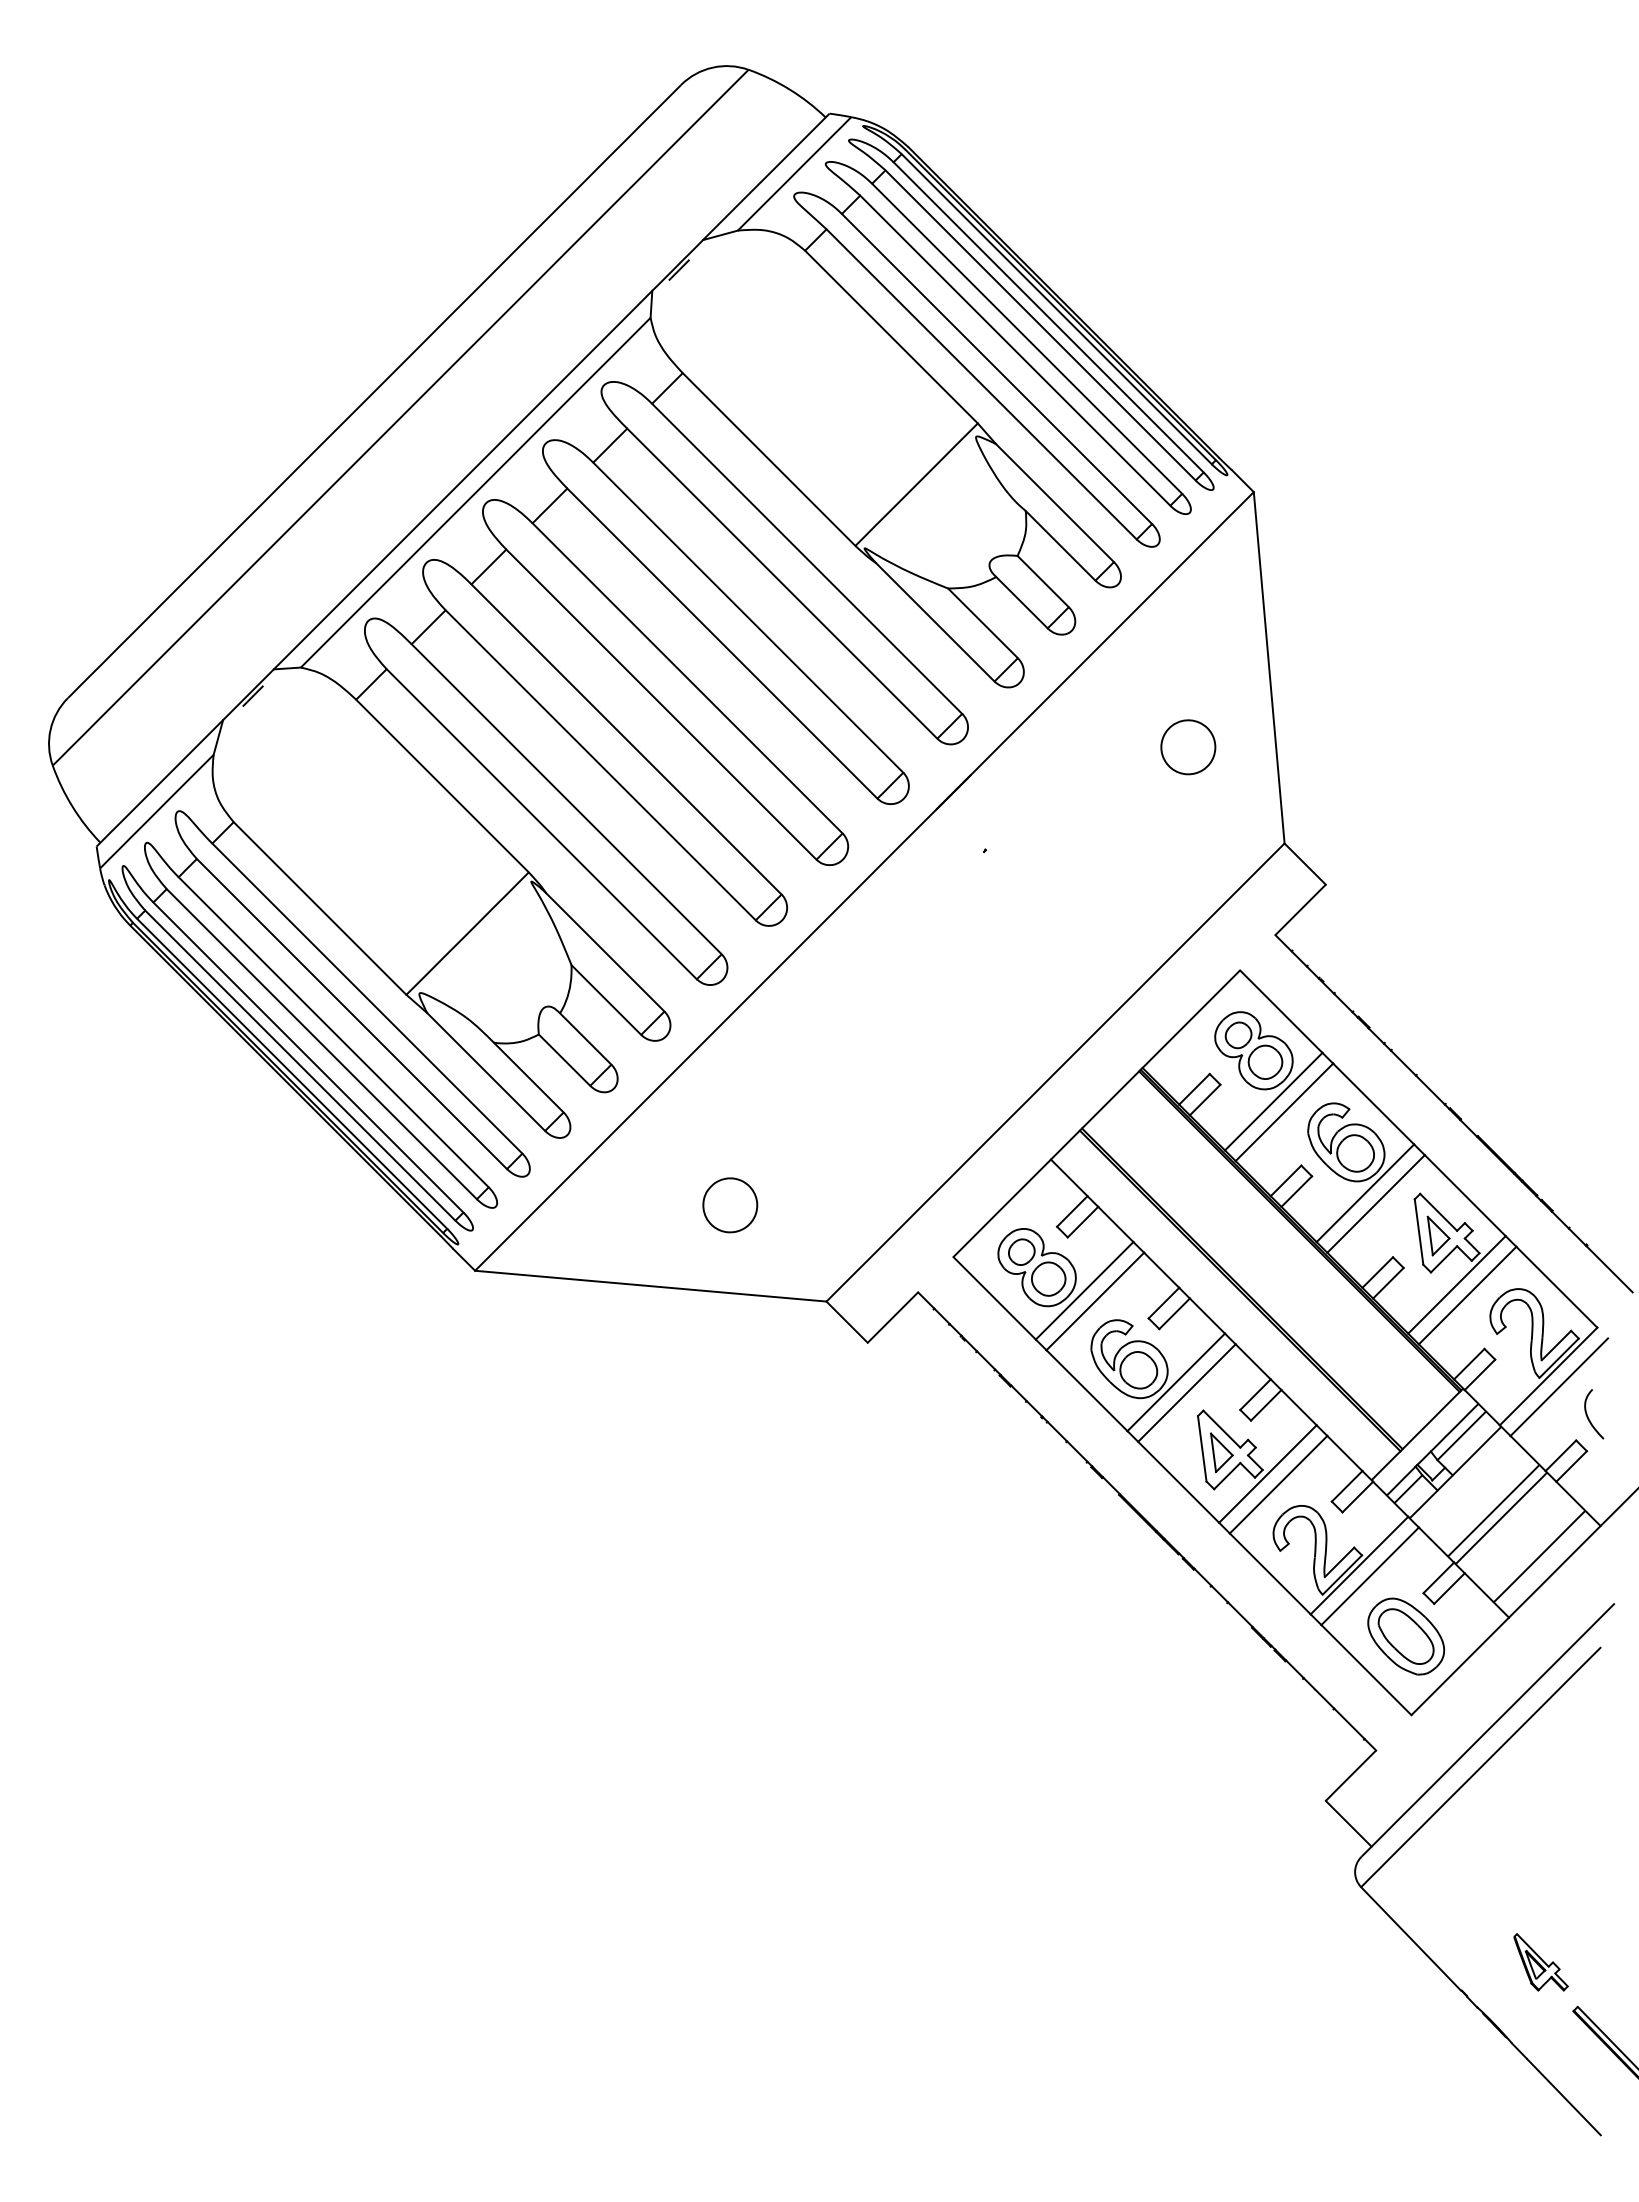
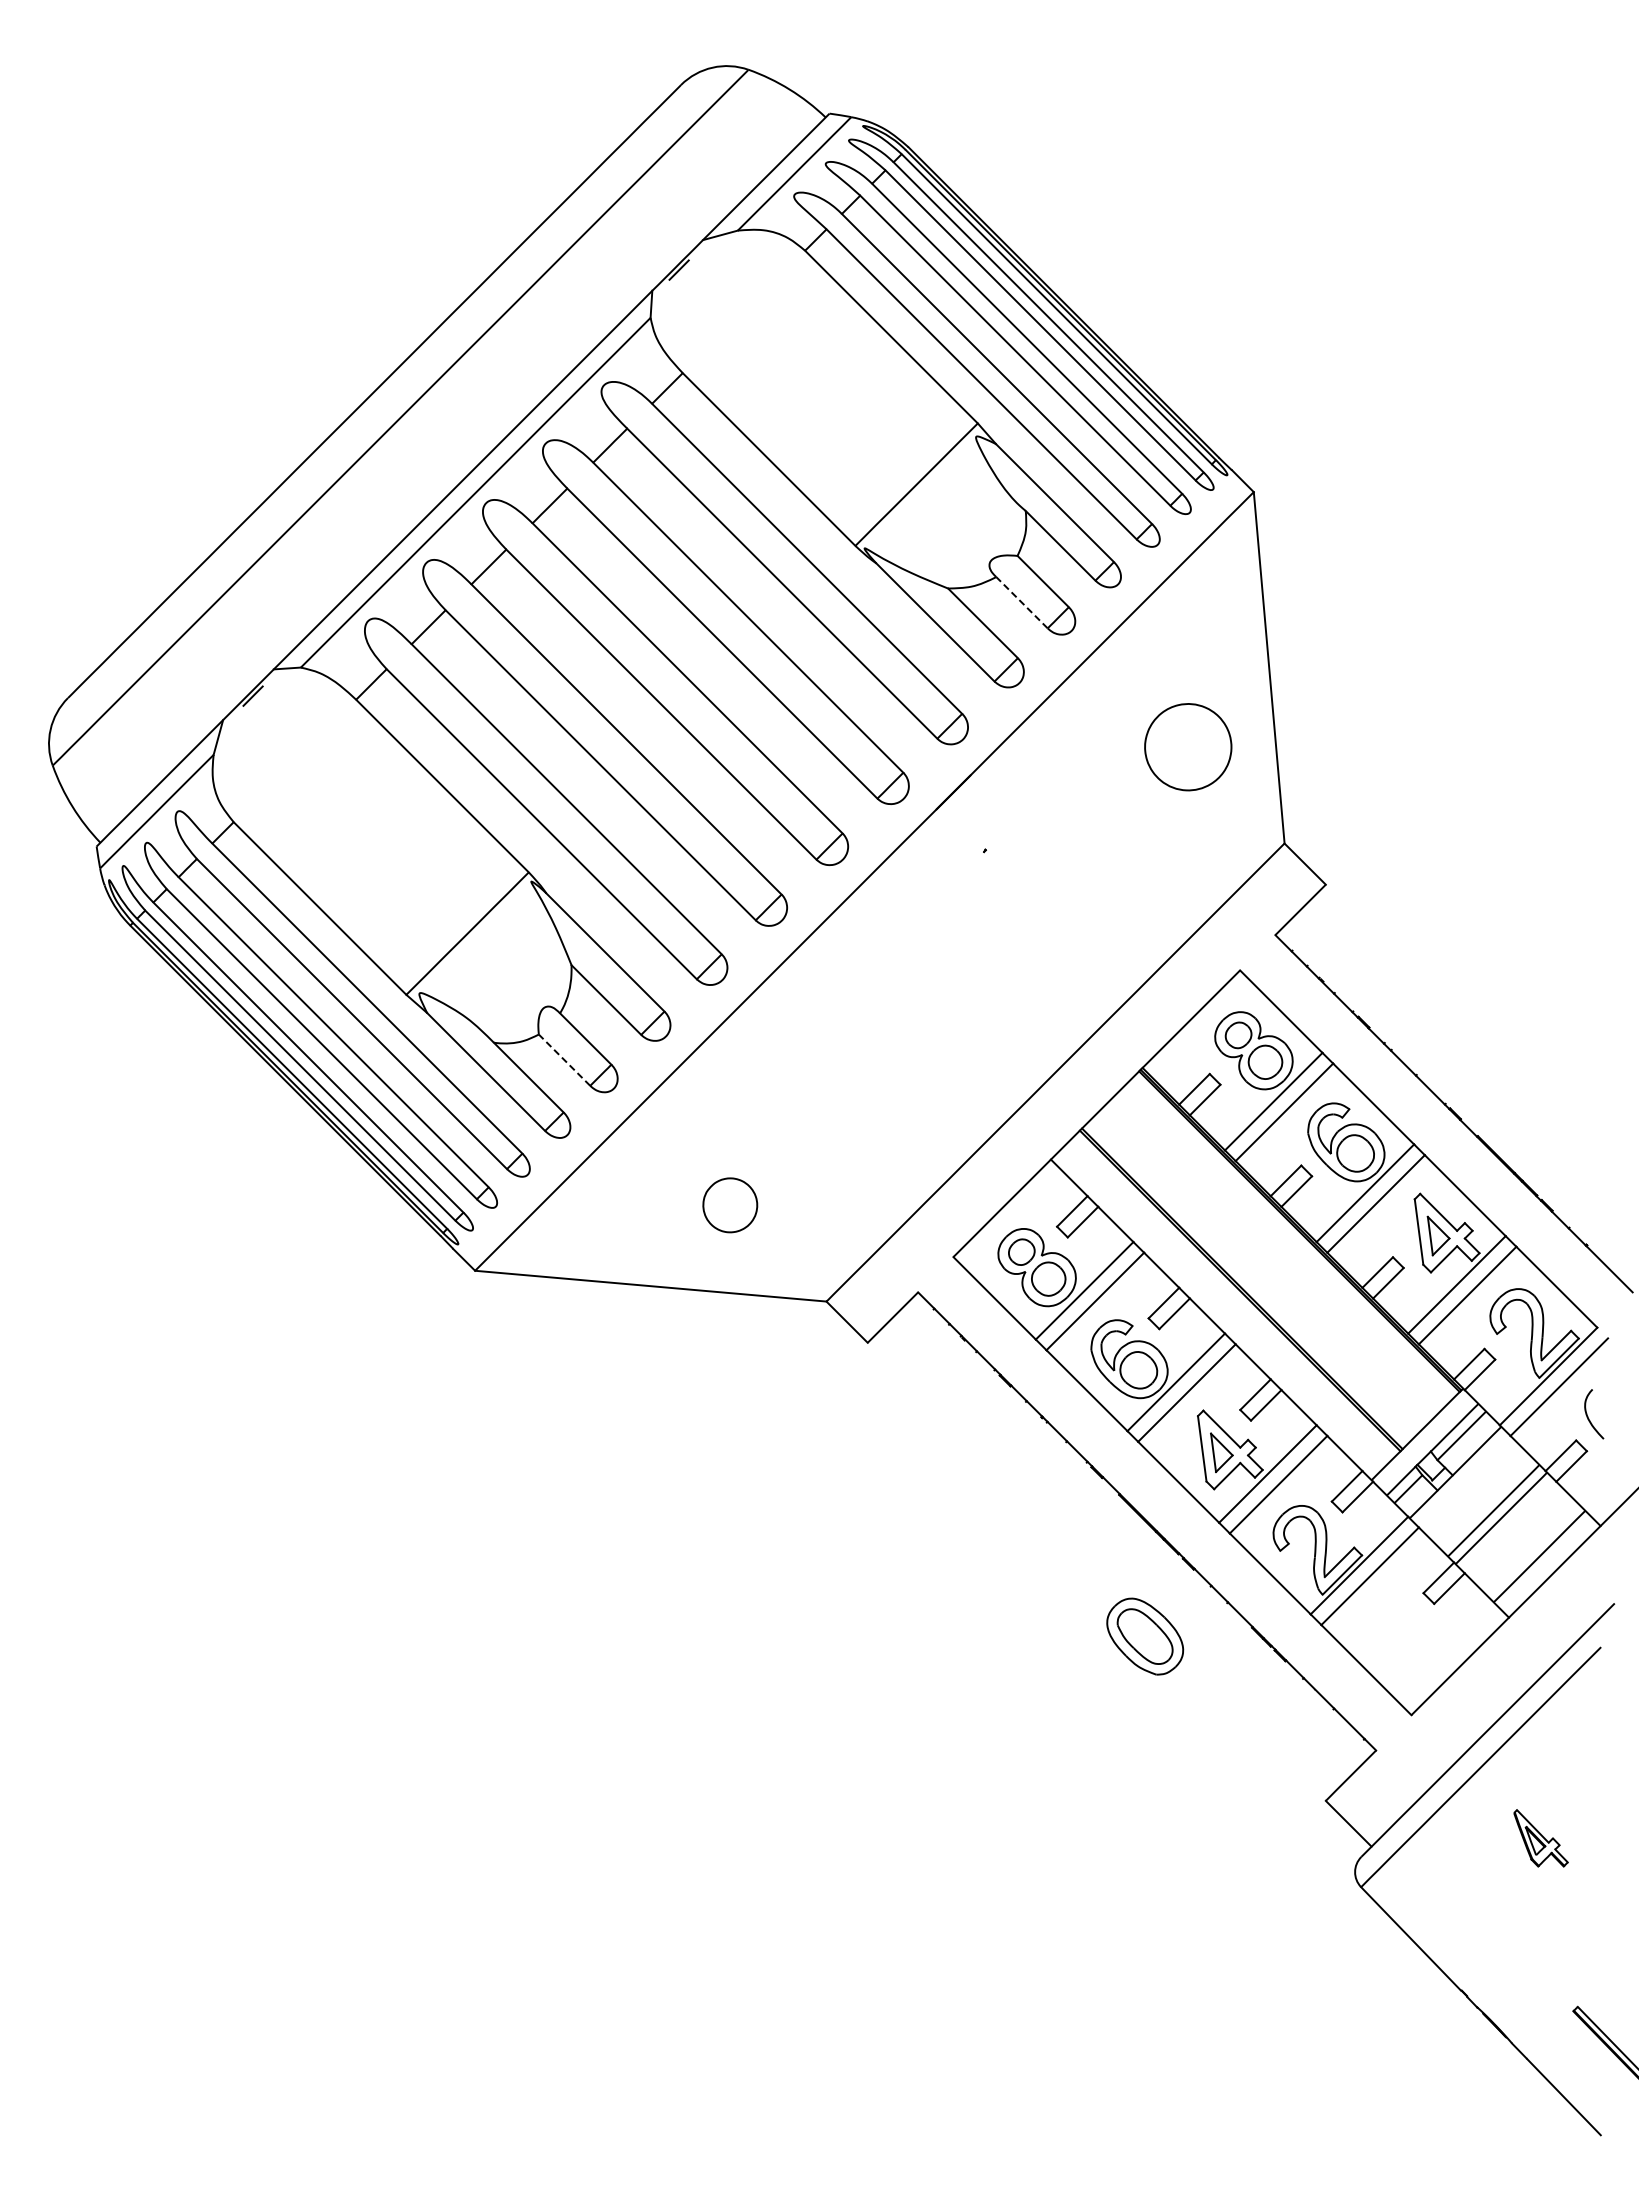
line at (1021, 602): solid -> dashed
part at (1188, 747) size: 57x57 px -> 89x89 px
line at (564, 1059): solid -> dashed
part at (1406, 1636) position: (1406, 1636) -> (1145, 1636)
part at (1540, 1962) position: (1540, 1962) -> (1540, 1838)
